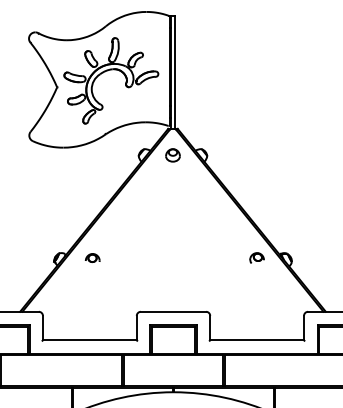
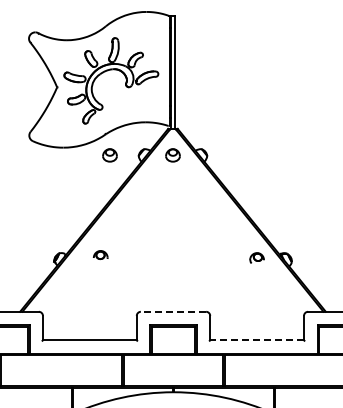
part at (109, 155): none -> present
part at (92, 257) position: (92, 257) -> (100, 254)
line at (173, 311): solid -> dashed
line at (257, 340): solid -> dashed
